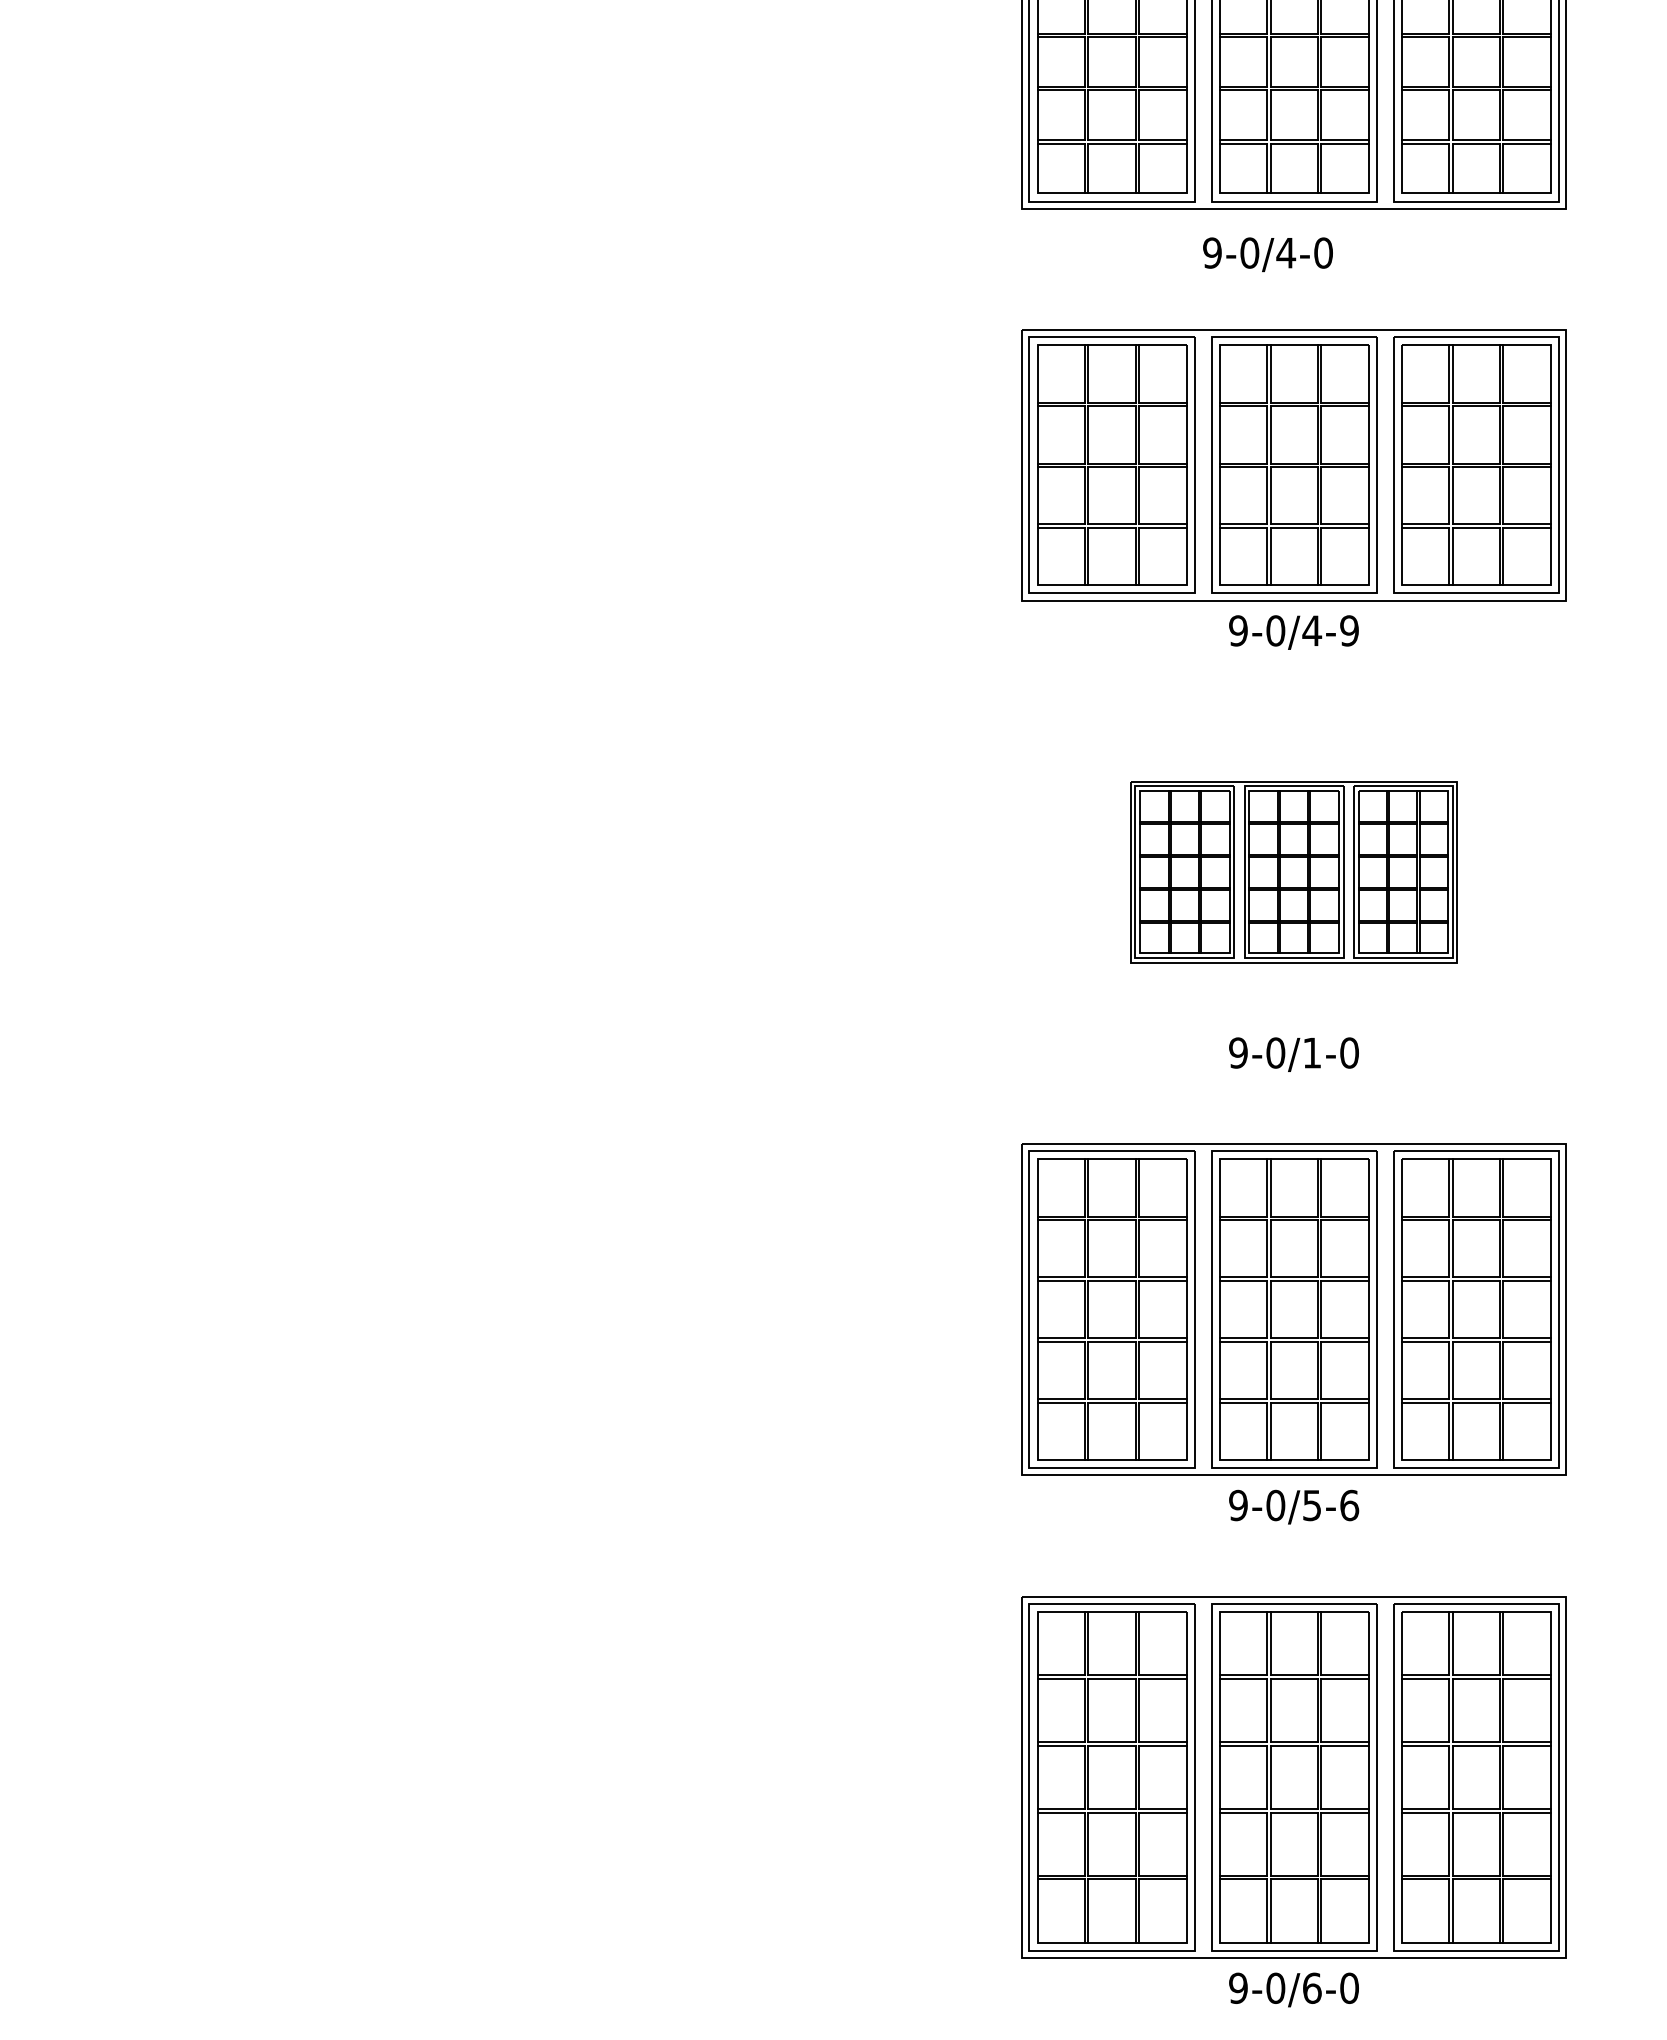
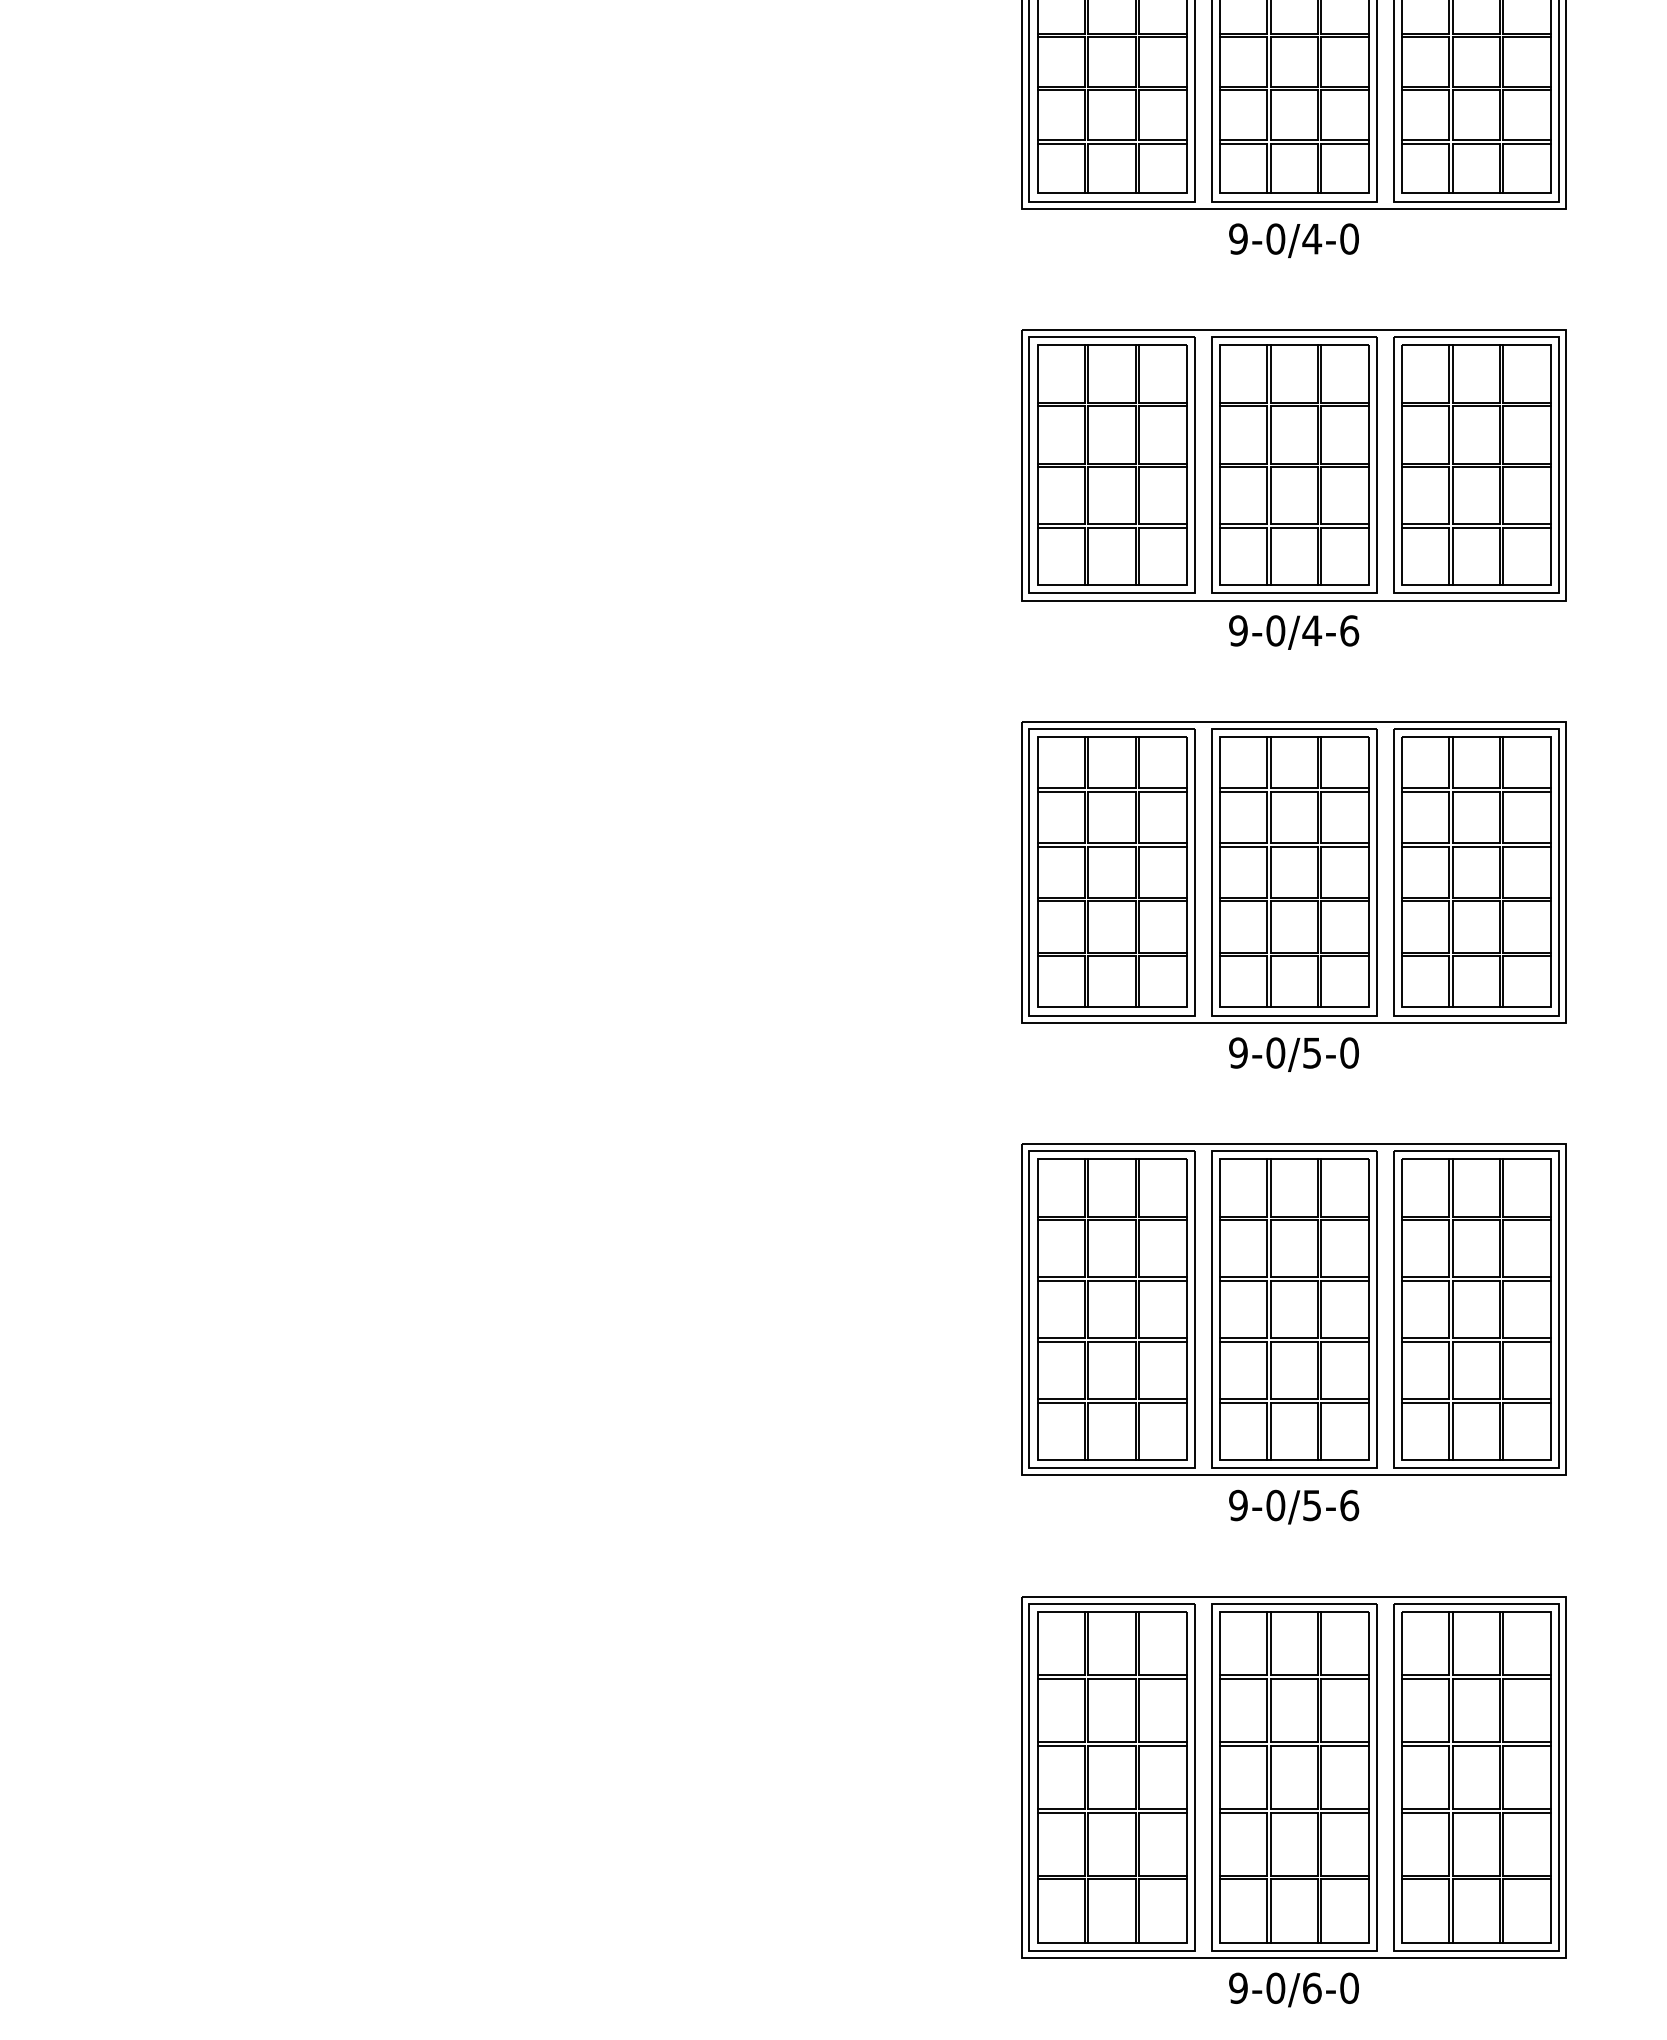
text at (1267, 254) position: (1267, 254) -> (1293, 240)
text at (1349, 630): 9-0/4-9 -> 9-0/4-6
part at (1293, 872) size: 328x183 px -> 546x303 px
text at (1311, 1052): 9-0/1-0 -> 9-0/5-0
